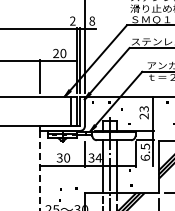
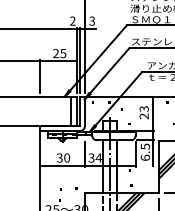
text at (92, 20): 8 -> 3
text at (63, 53): 20 -> 25
line at (40, 170): dashed -> solid
